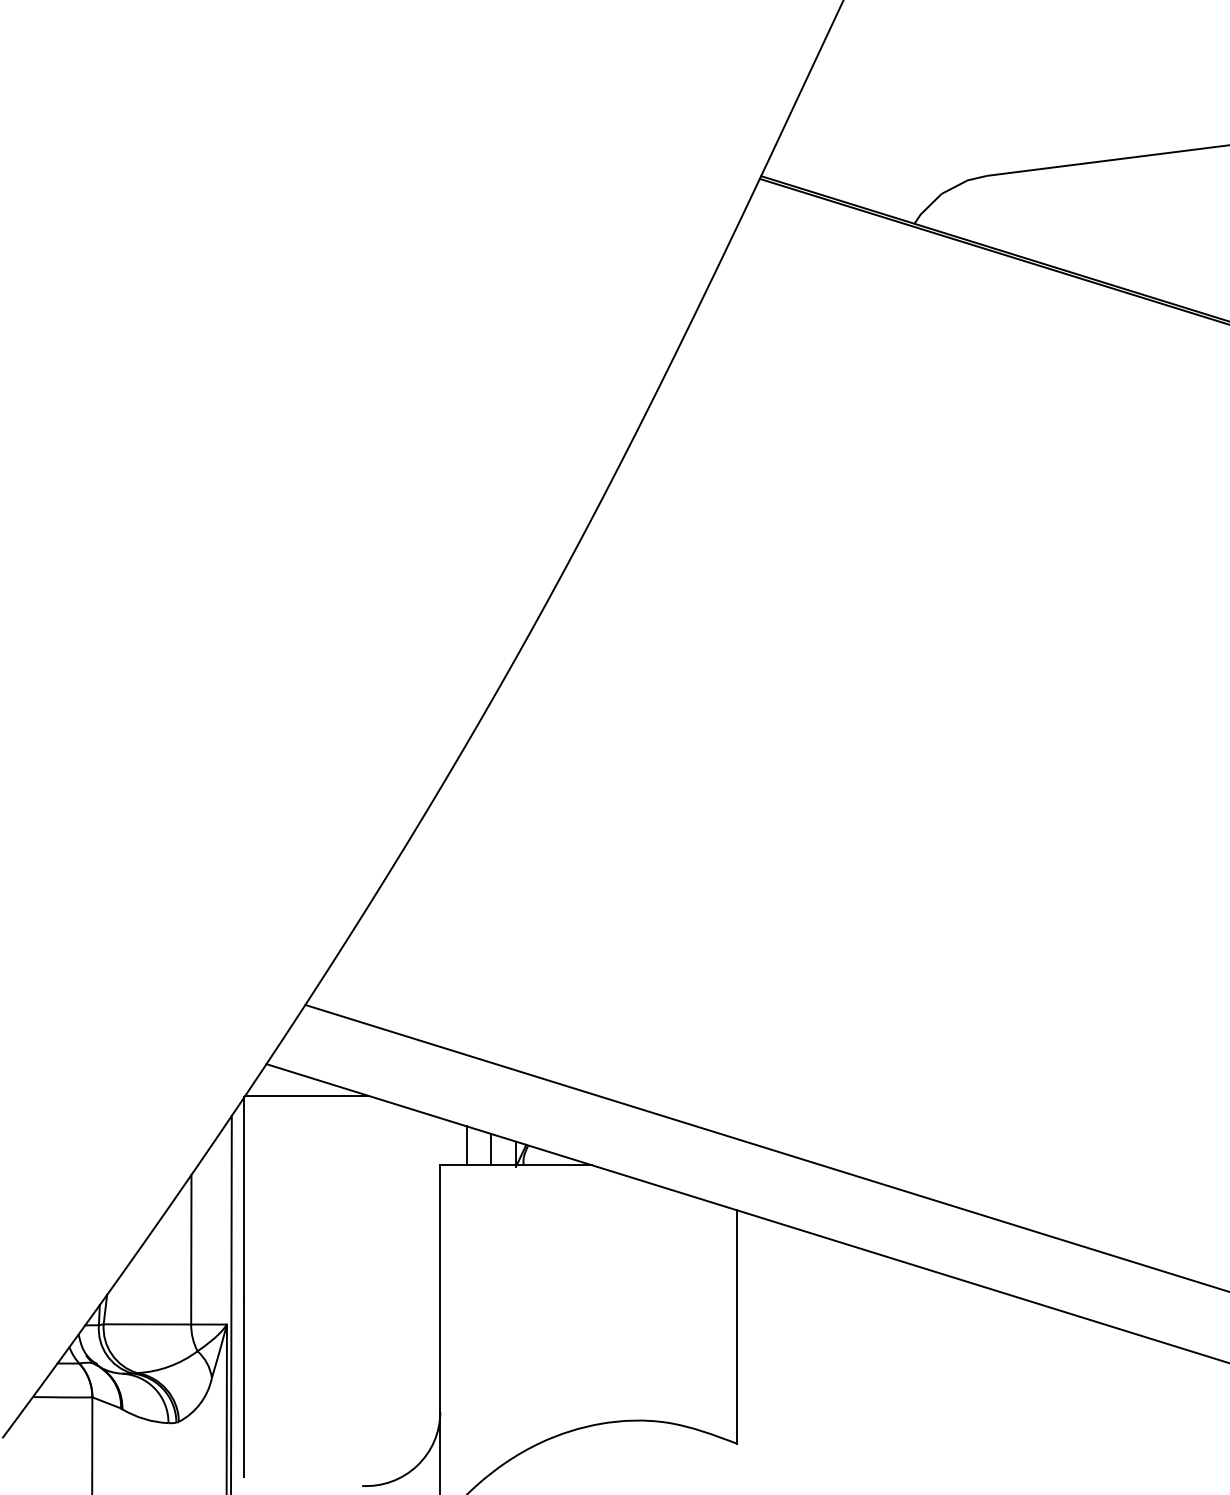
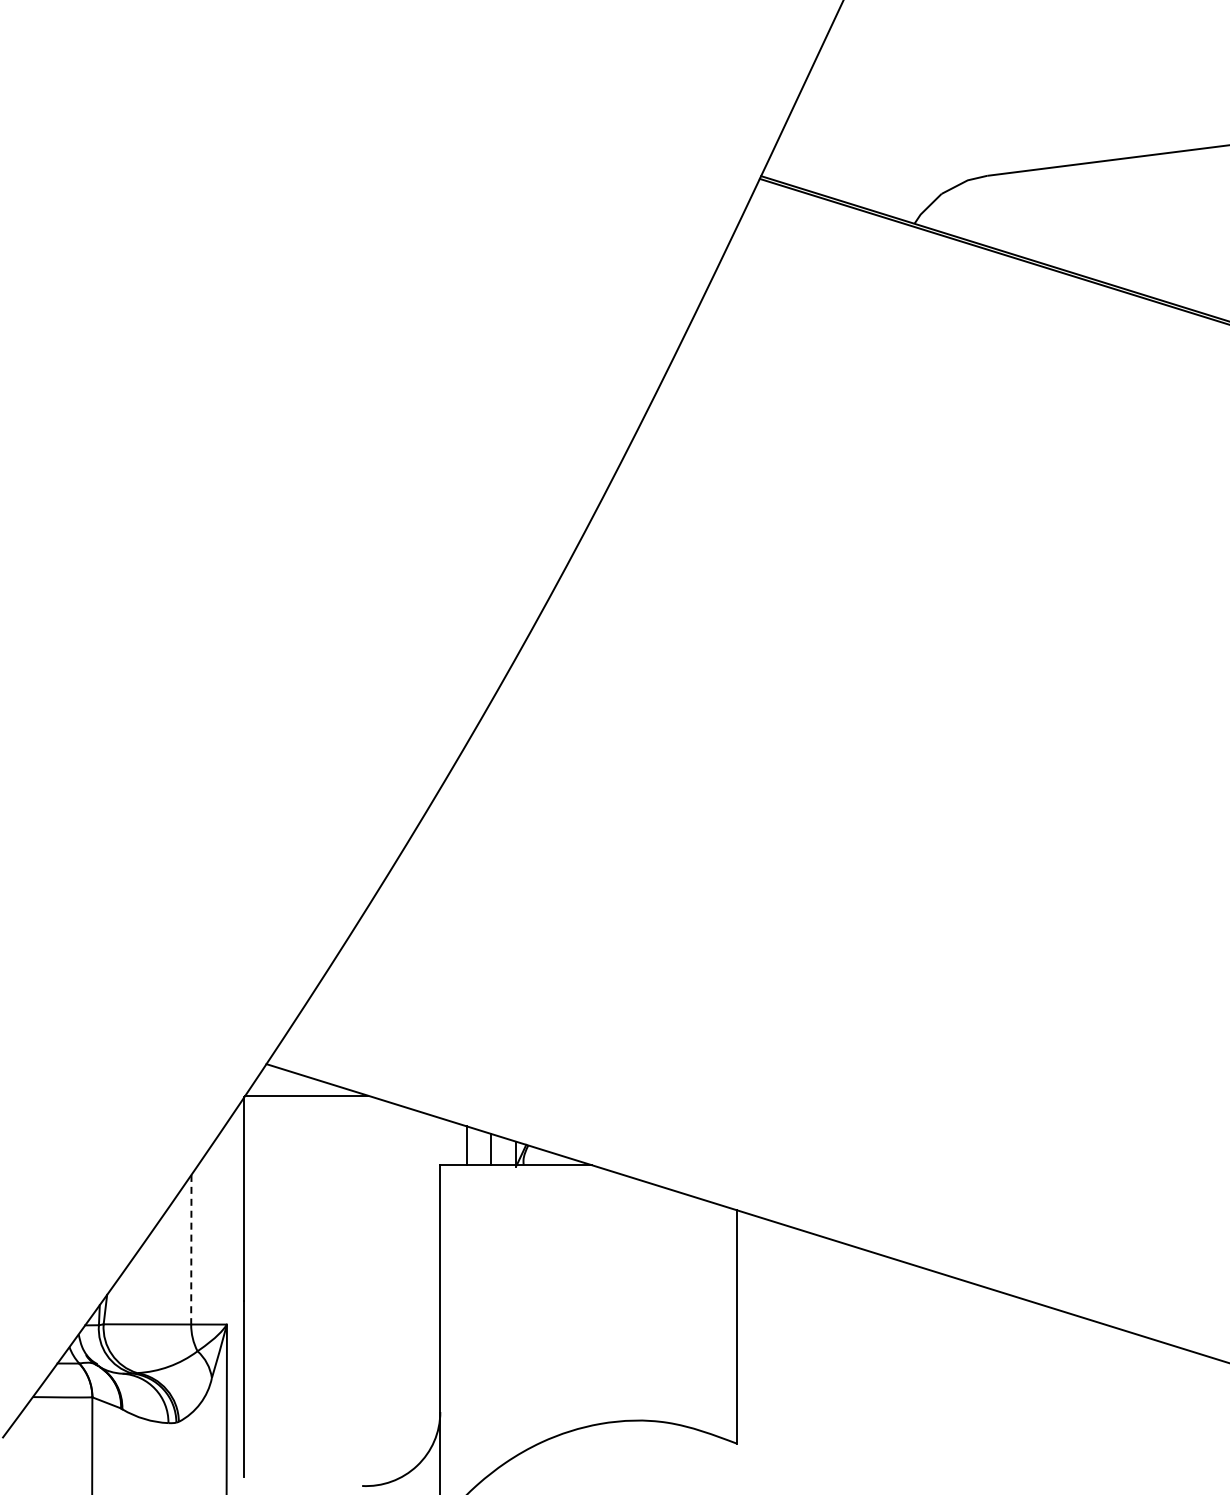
line at (765, 1147): present -> none
line at (191, 1249): solid -> dashed
line at (231, 1303): present -> none
